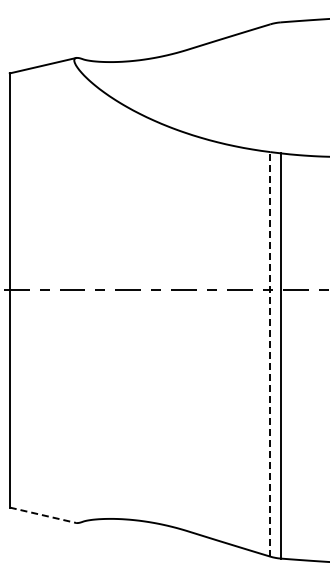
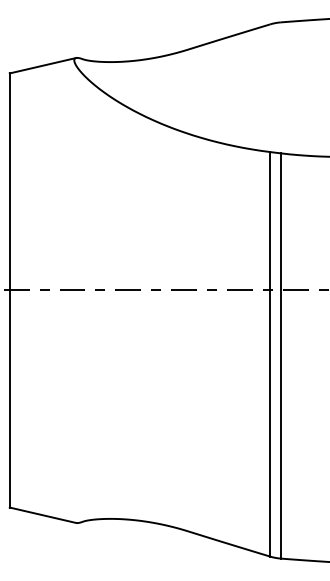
line at (270, 353): dashed -> solid
line at (43, 515): dashed -> solid
